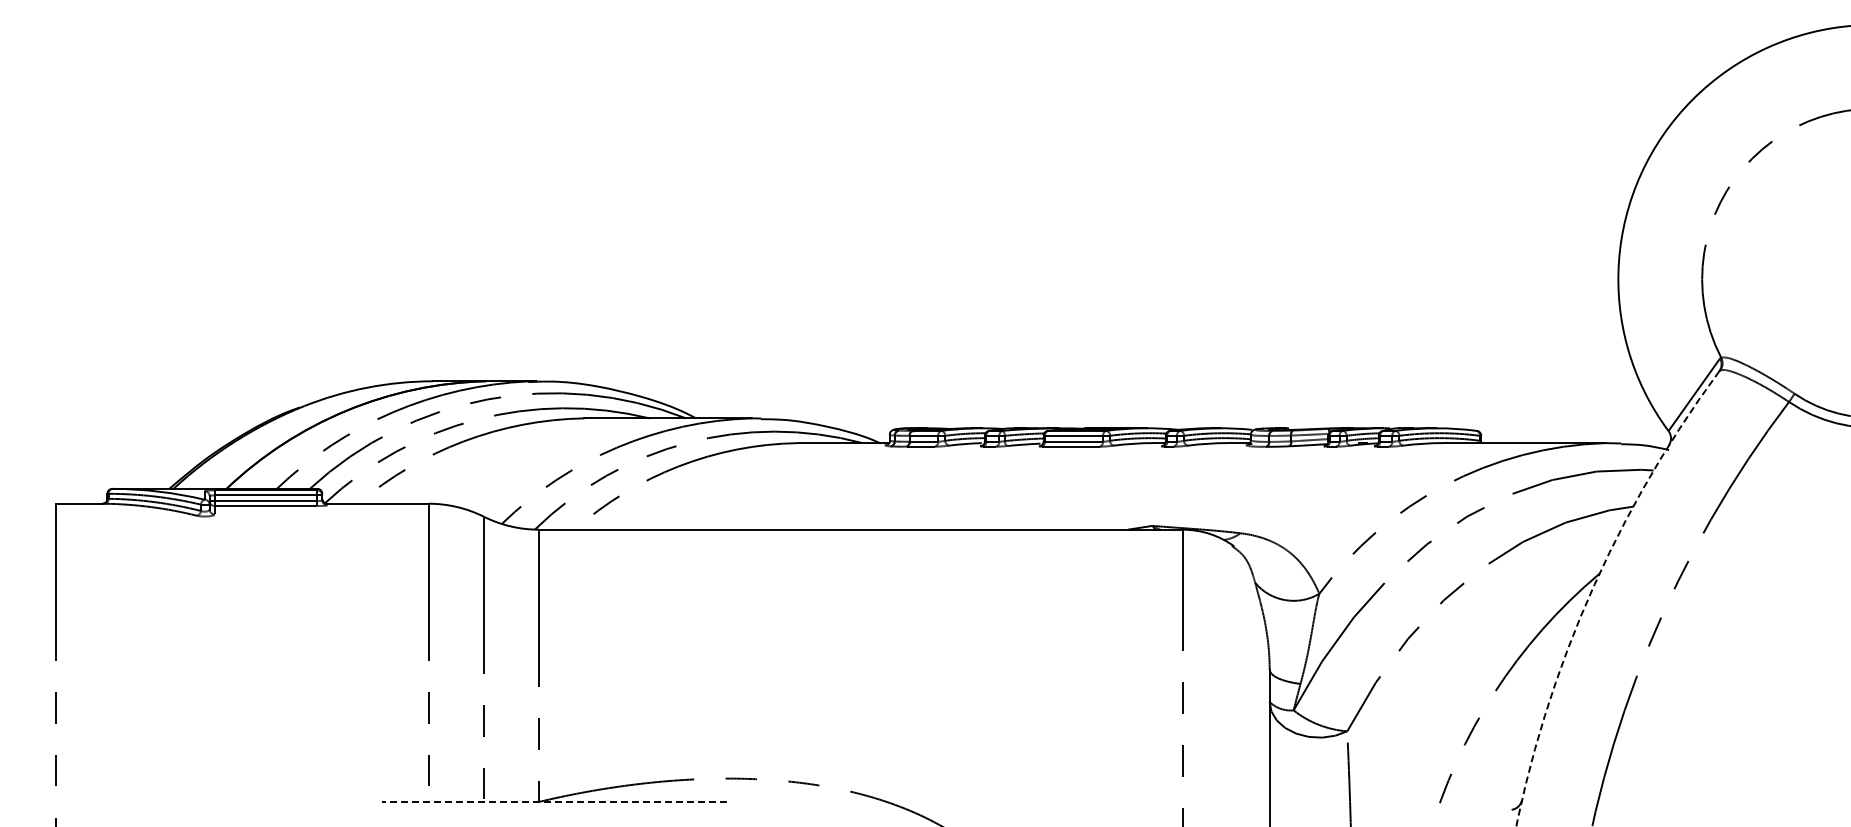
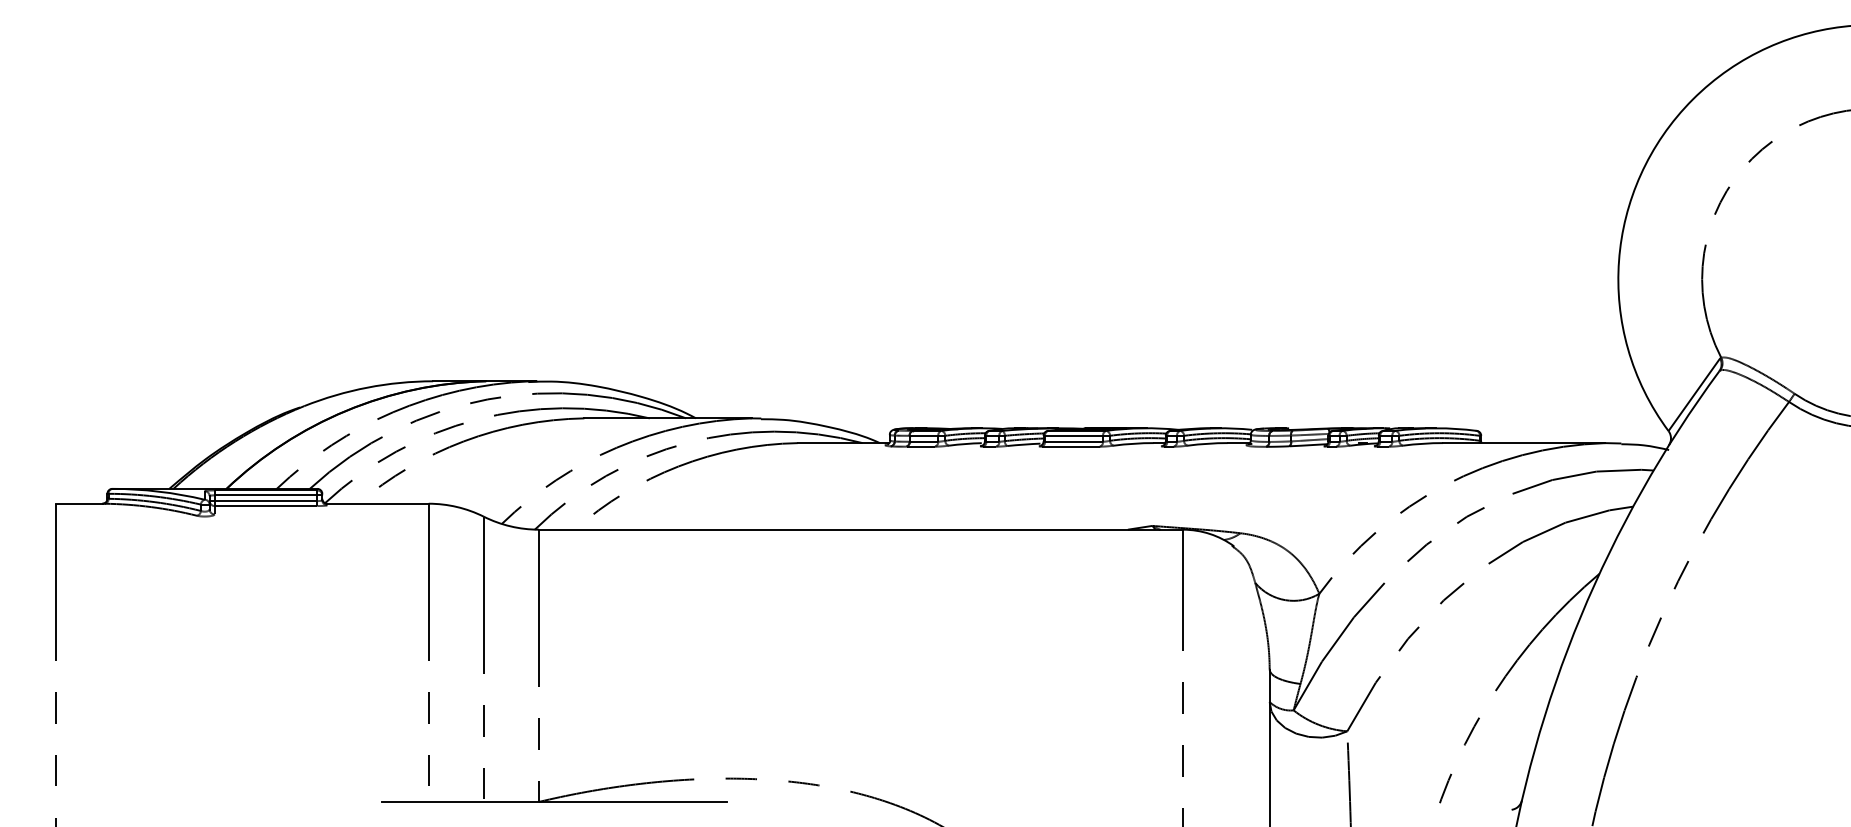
arc at (1593, 587): dashed -> solid
line at (553, 801): dashed -> solid
